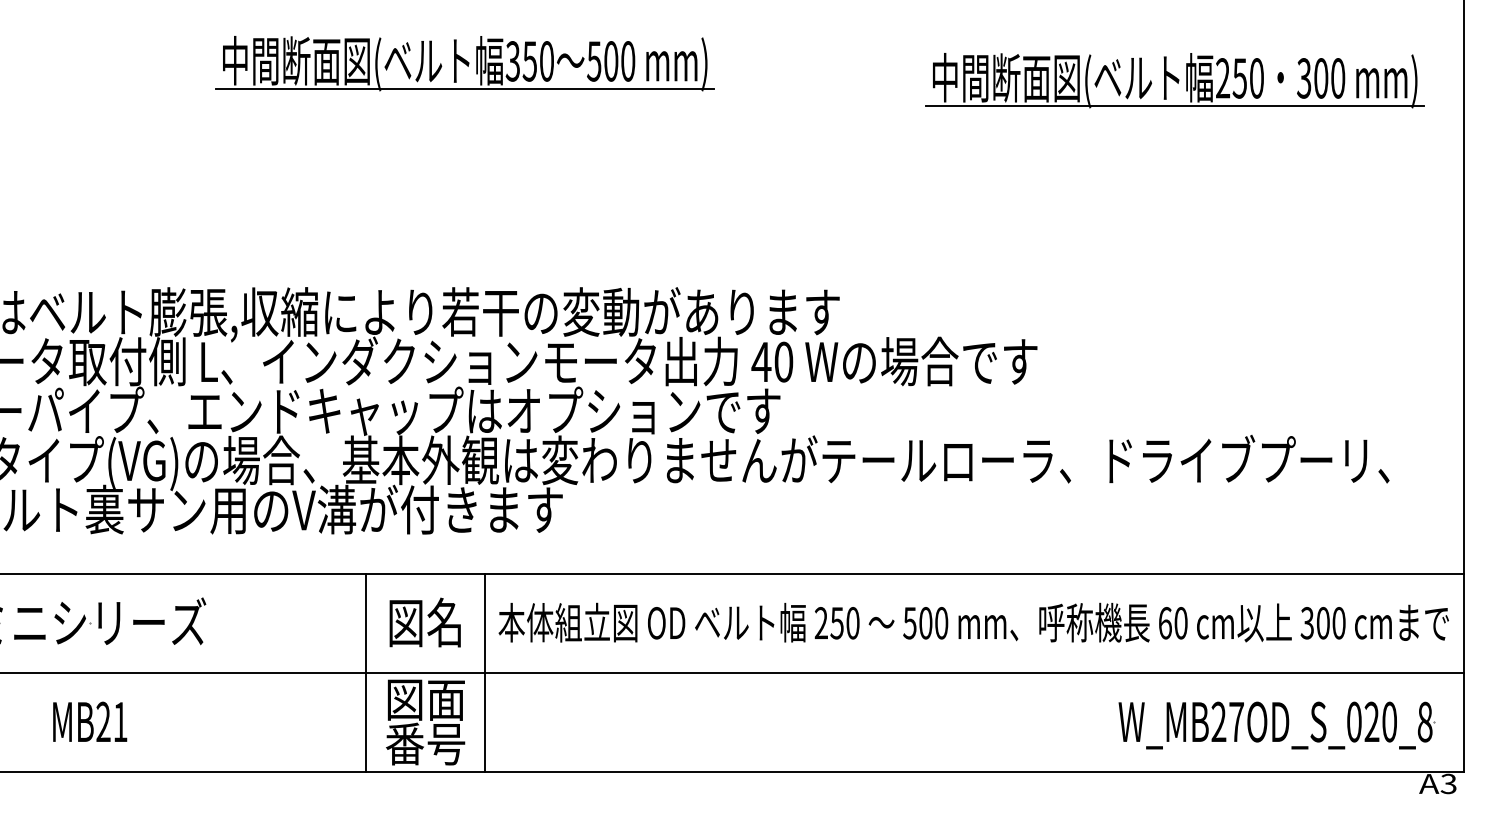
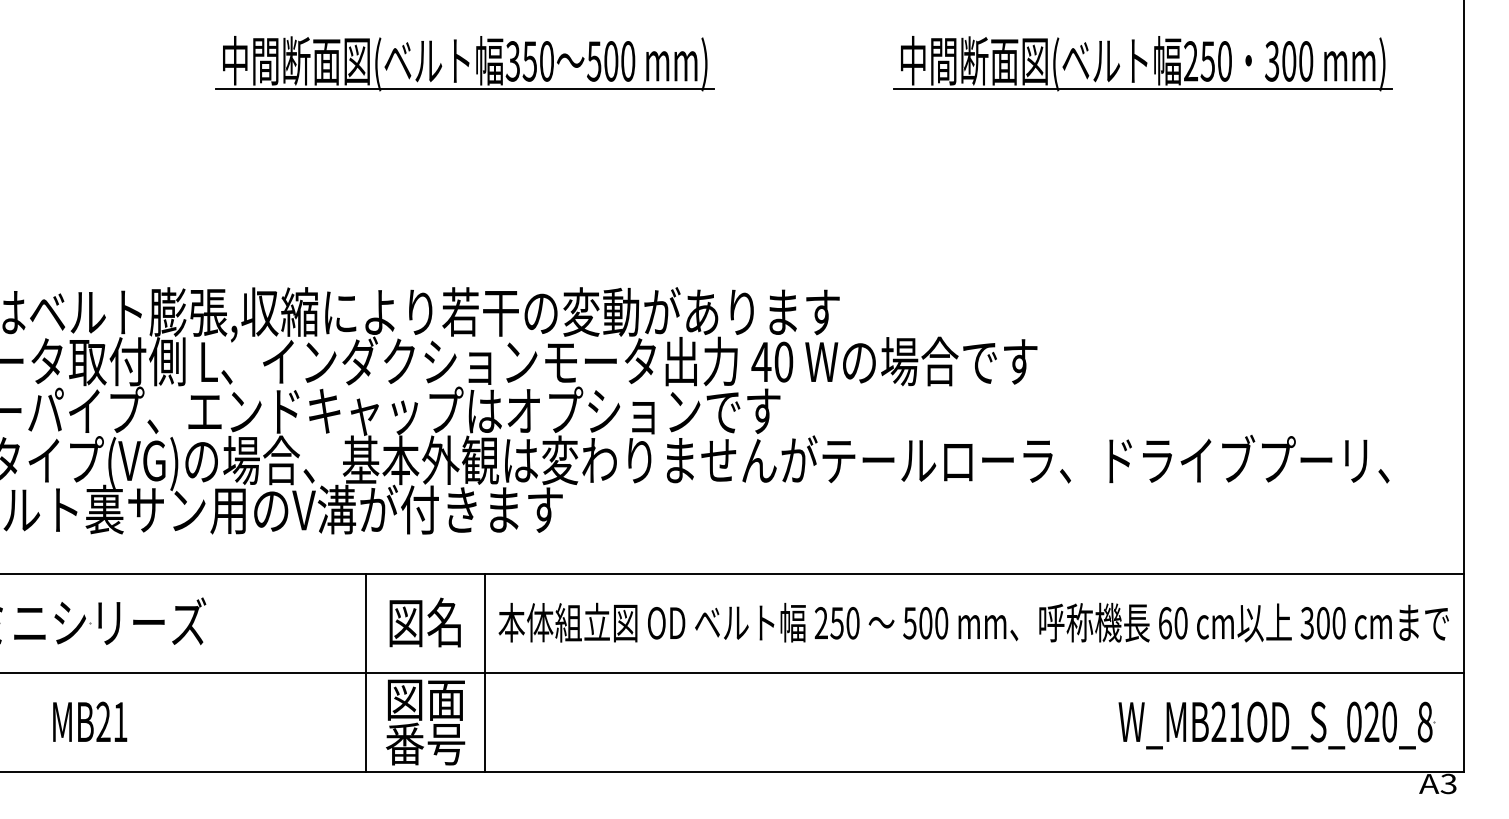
part at (1174, 80) position: (1174, 80) -> (1142, 63)
text at (1236, 721): W_MB27OD_S_020_8 -> W_MB21OD_S_020_8
